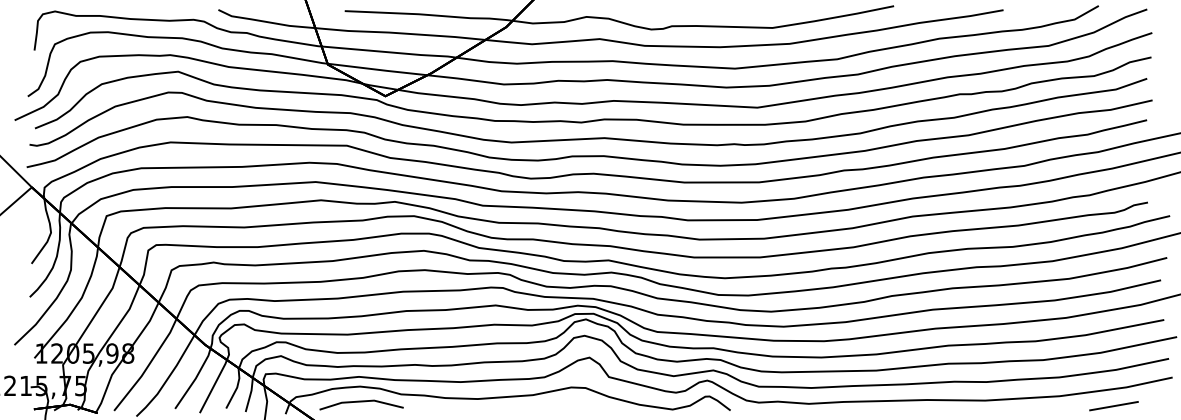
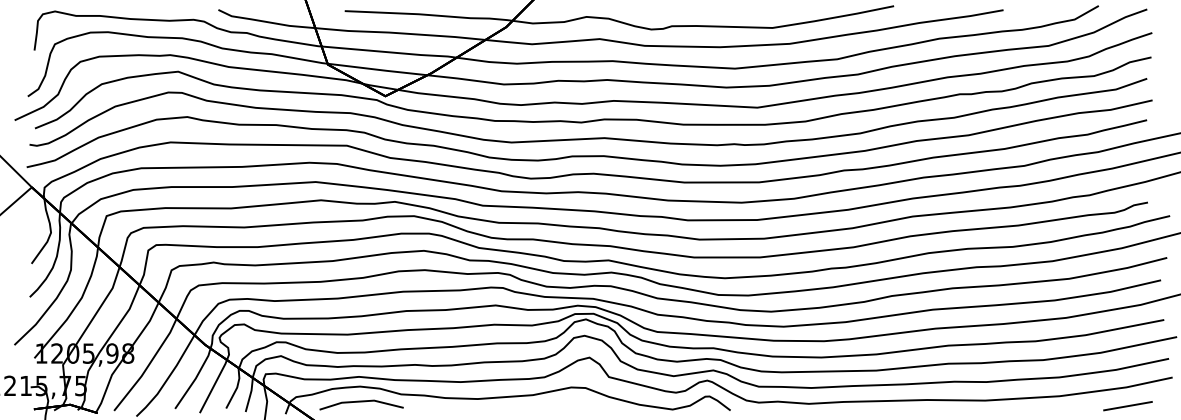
line at (1113, 406) position: (1113, 406) -> (1127, 406)
